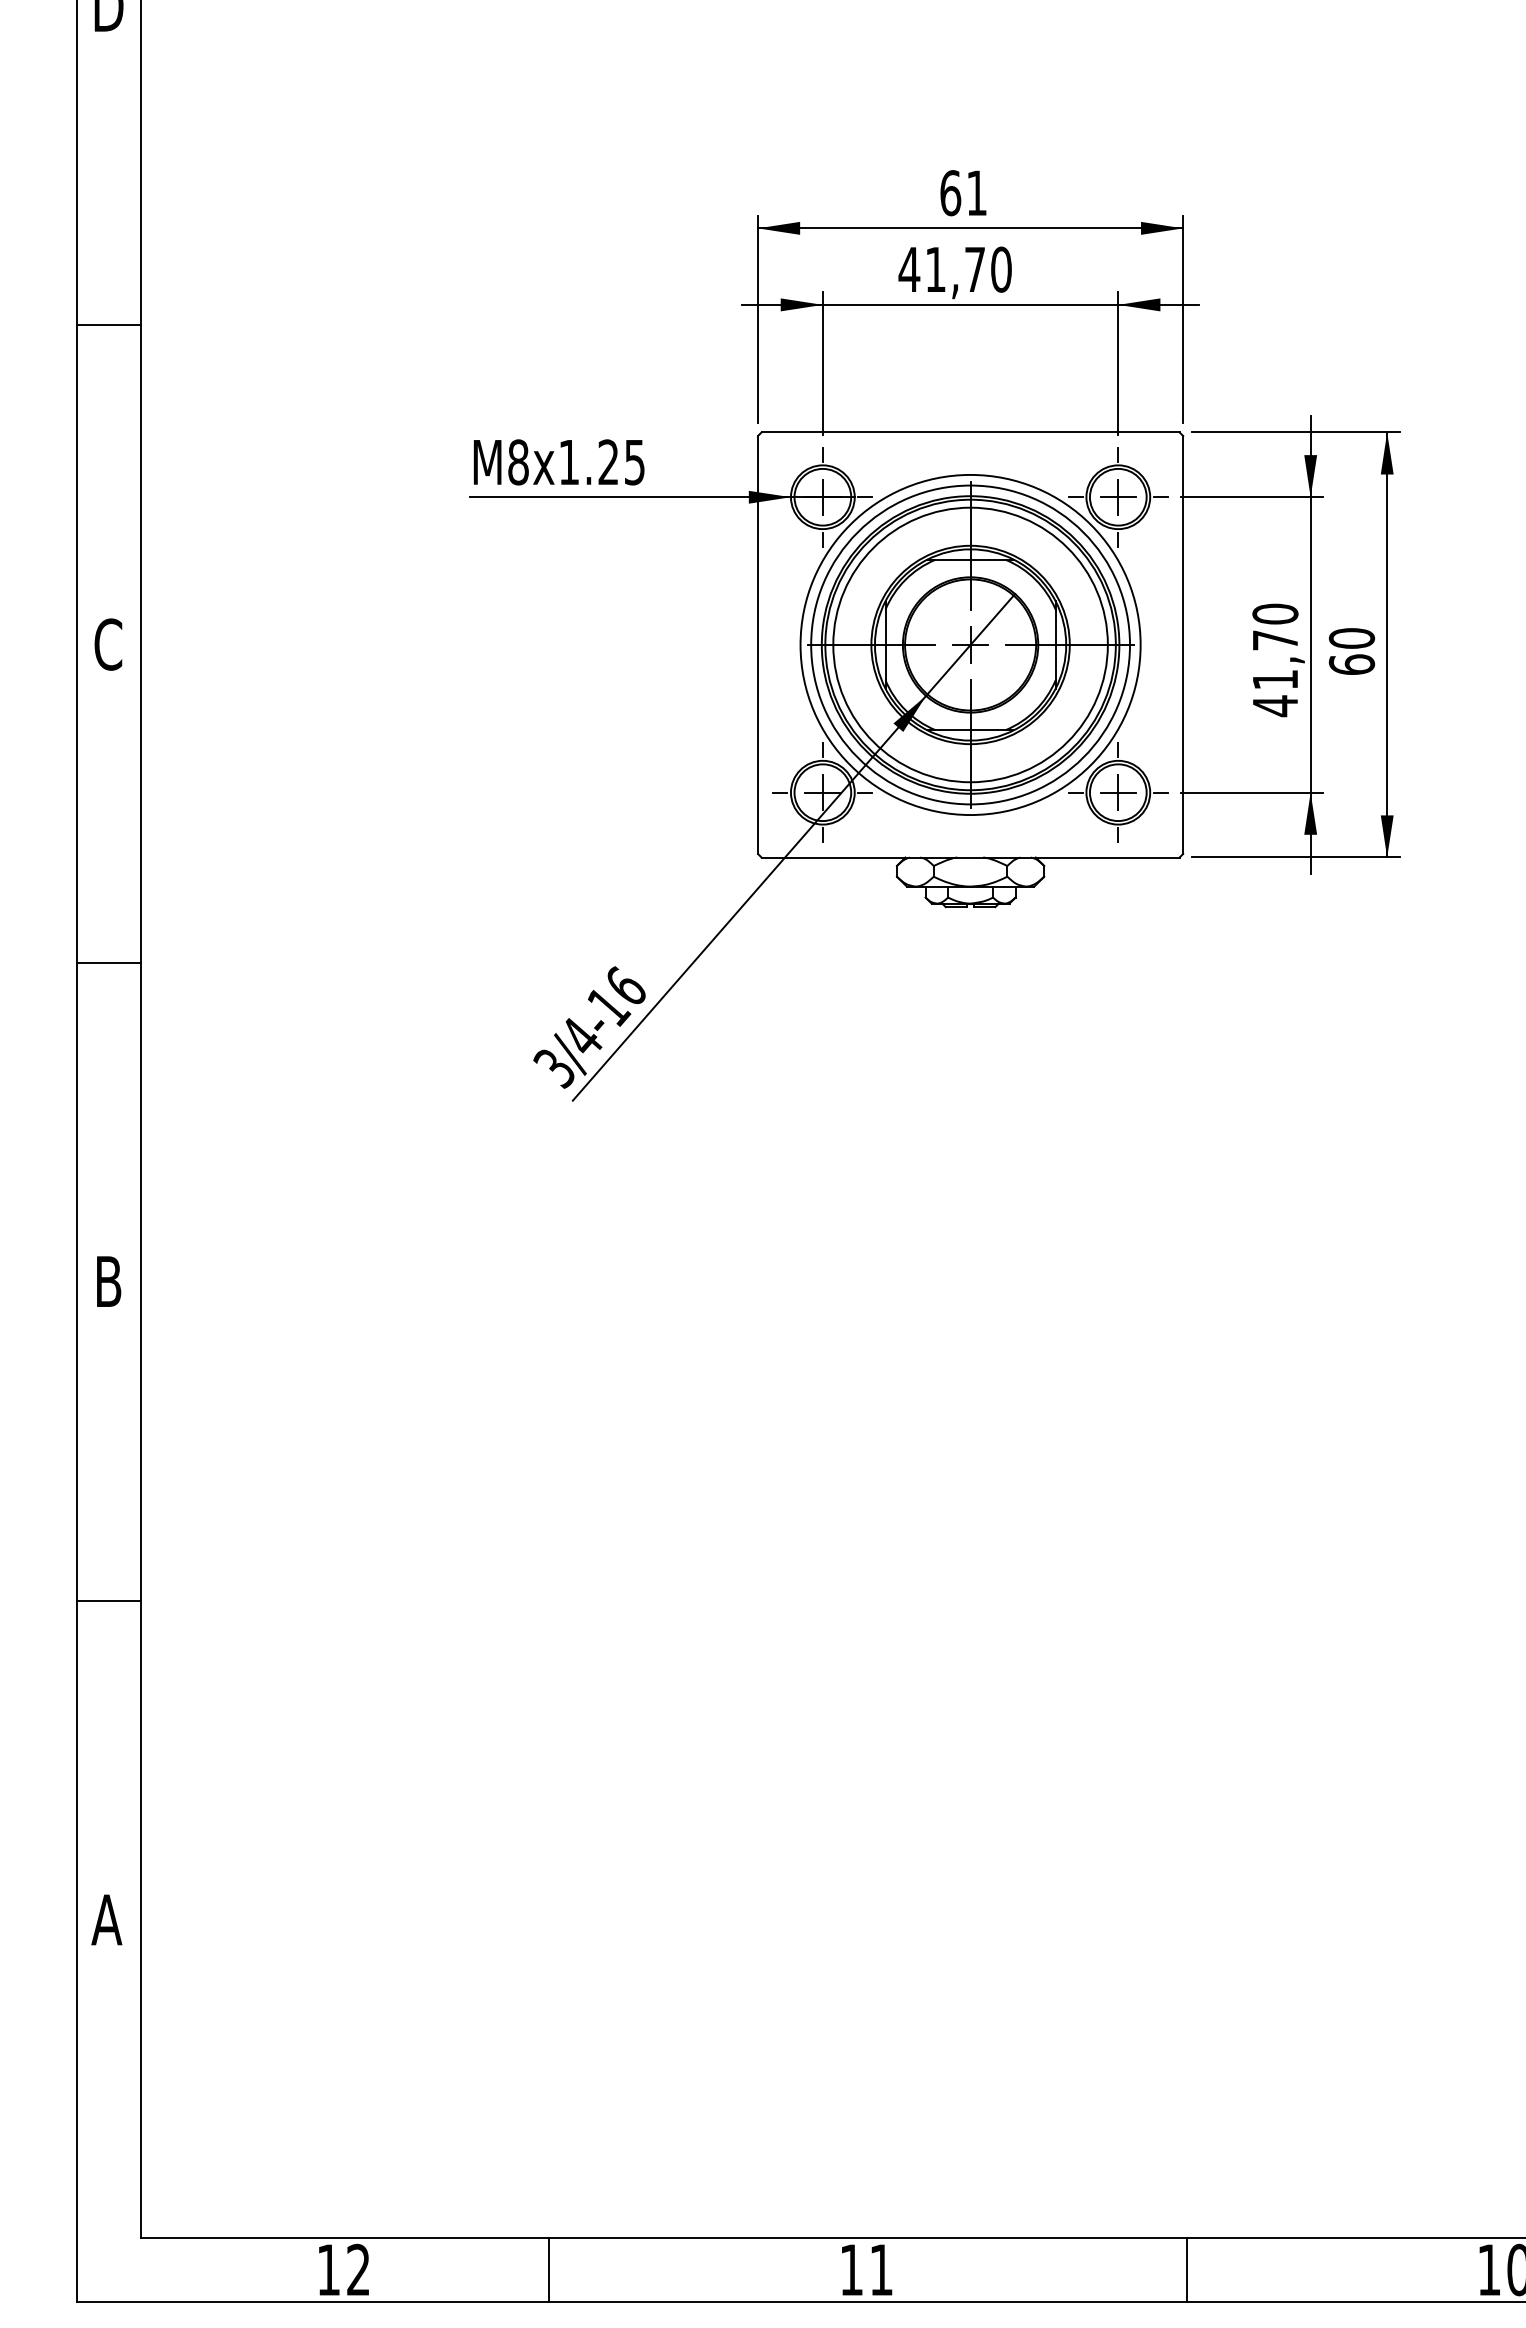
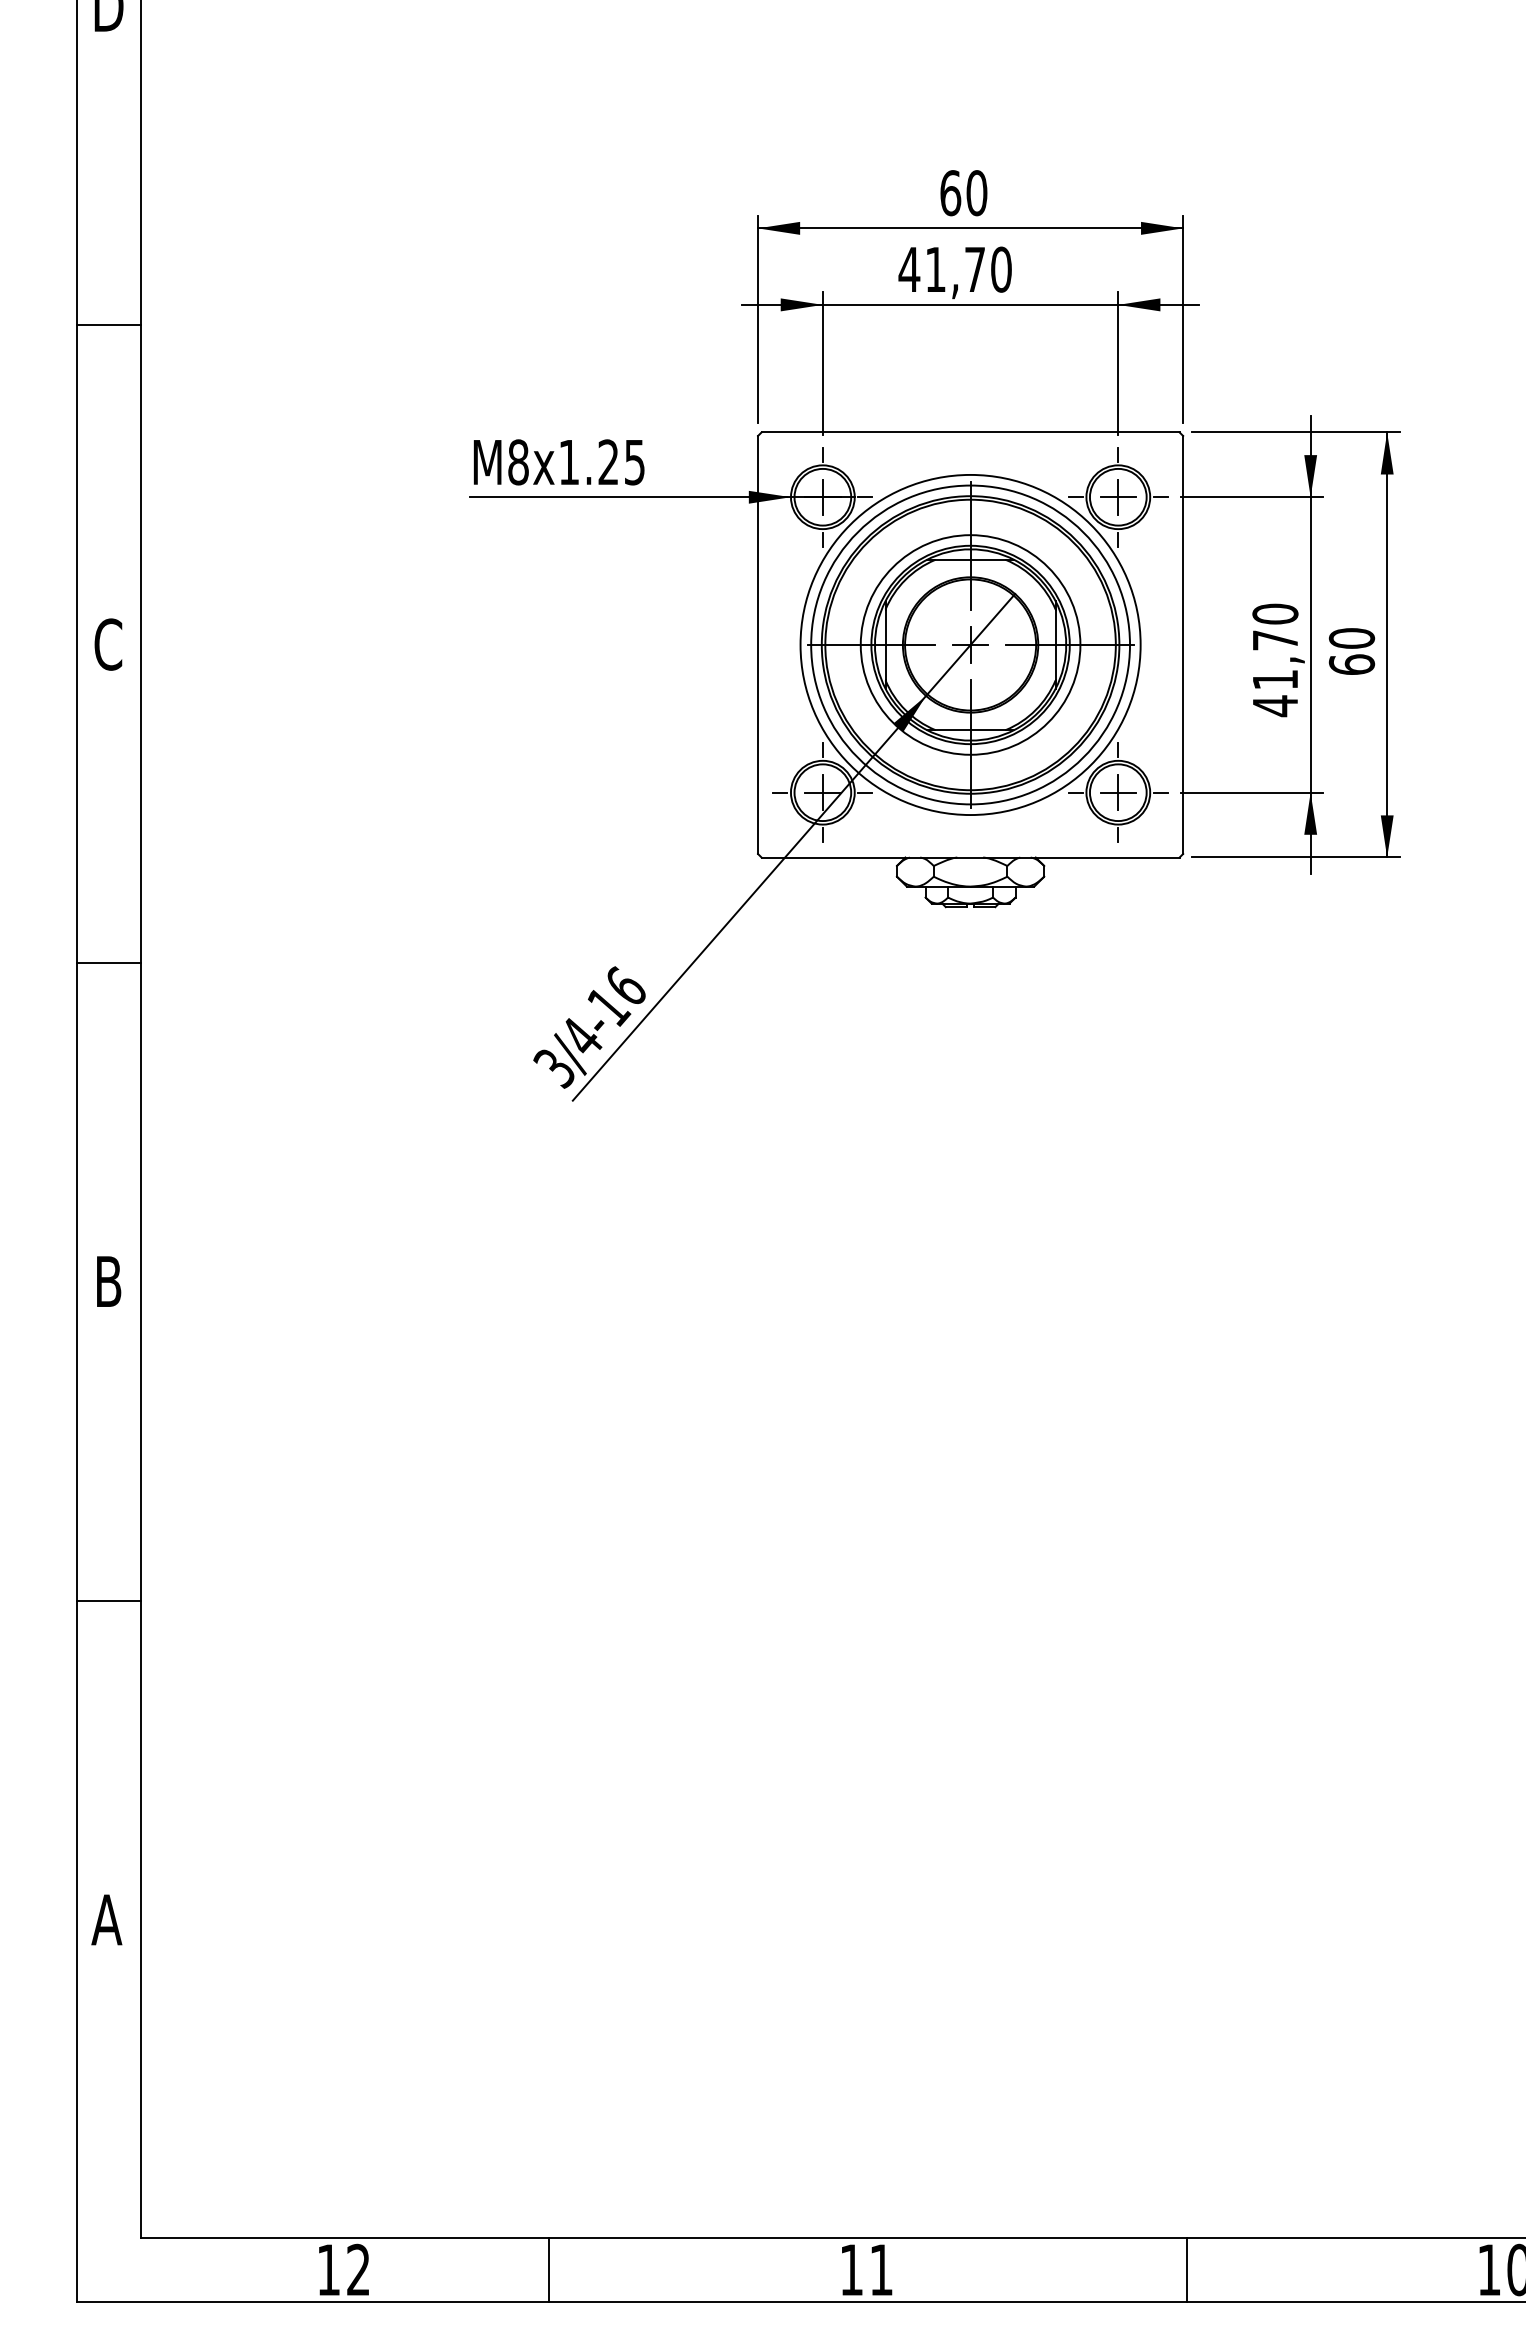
text at (976, 193): 61 -> 60
circle at (970, 644) diameter: 275 px -> 220 px
